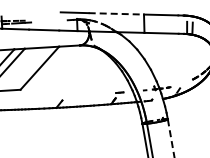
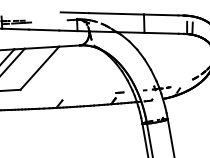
line at (116, 13): dashed -> solid
line at (171, 139): dashed -> solid
